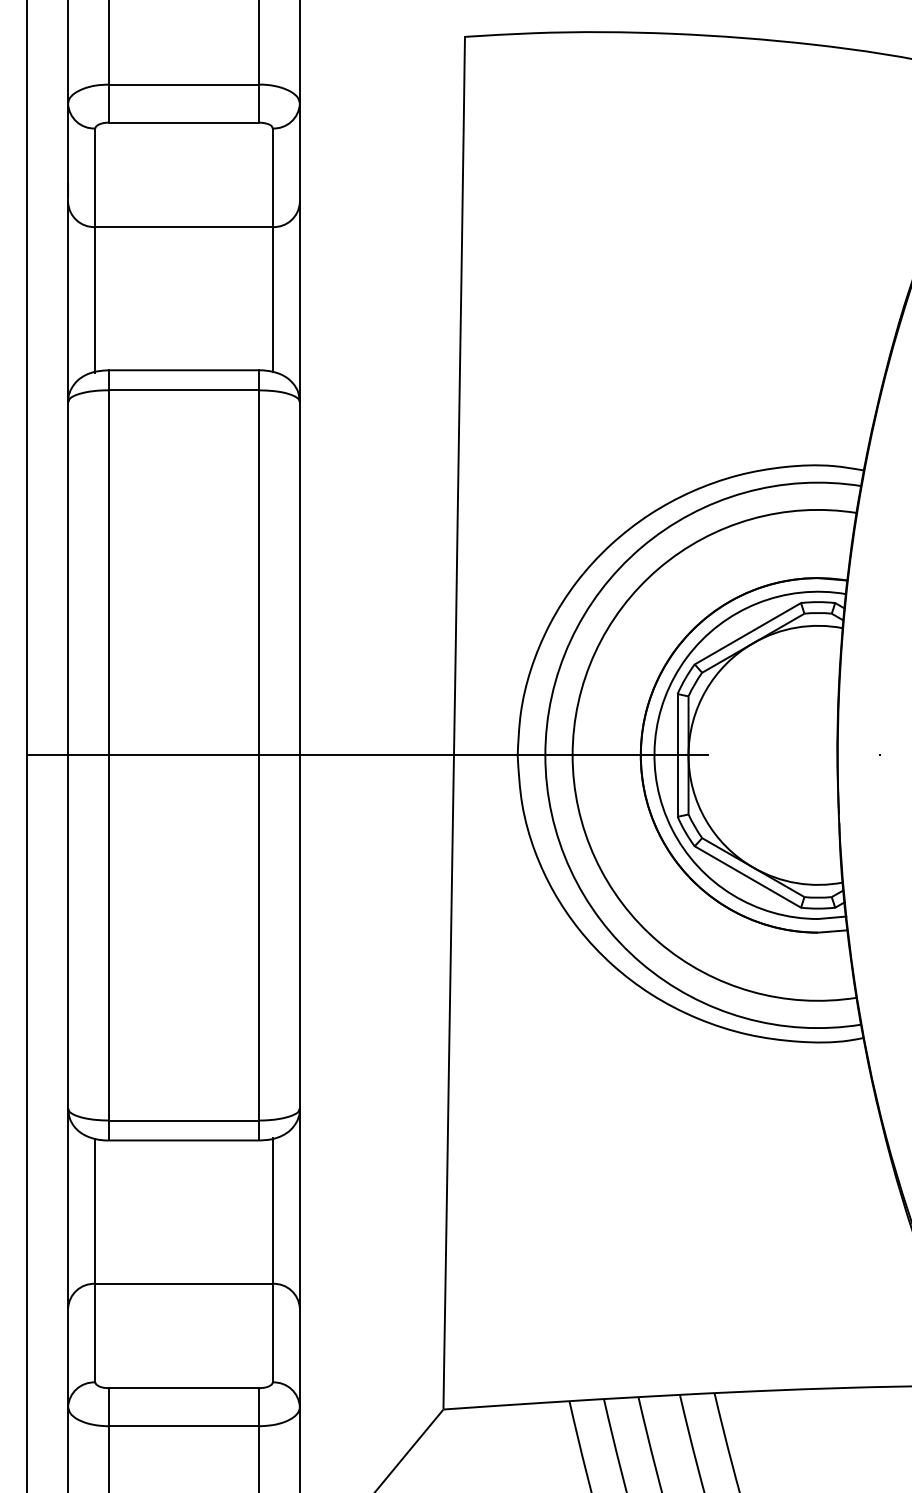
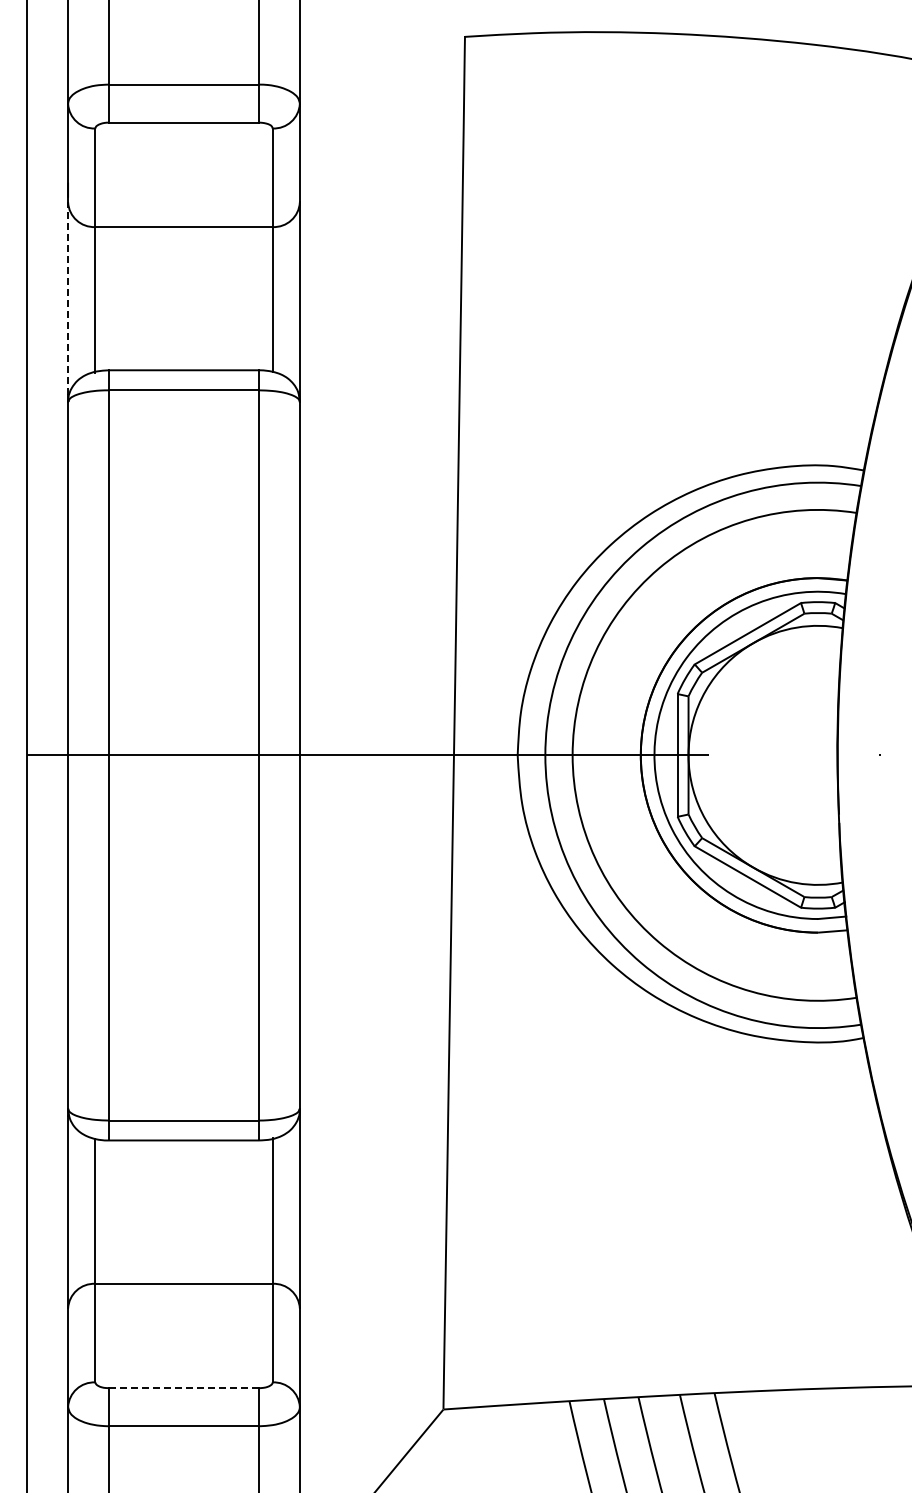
line at (68, 298): solid -> dashed
line at (184, 1388): solid -> dashed
